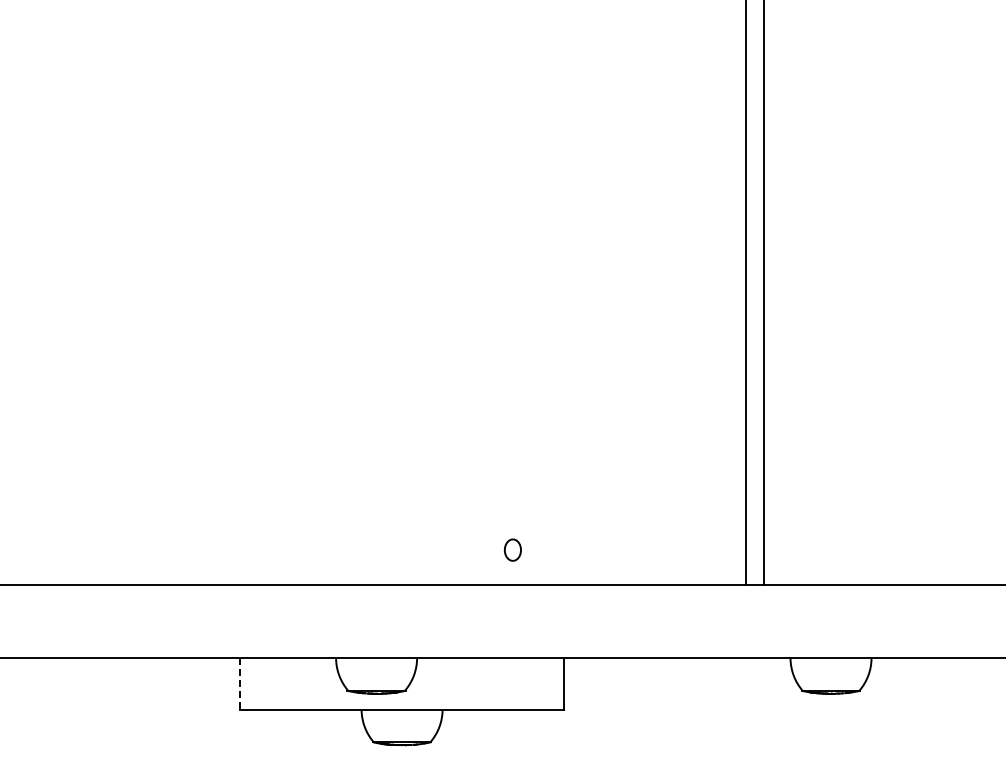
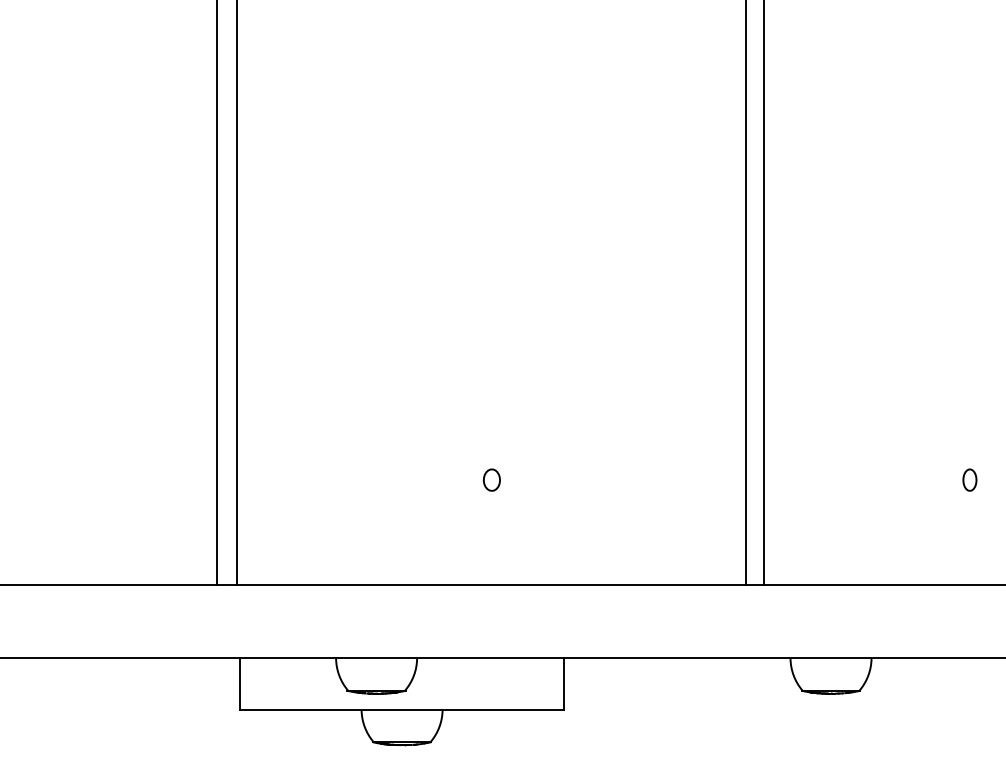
line at (217, 293): none -> present
line at (237, 293): none -> present
part at (969, 479): none -> present
part at (512, 549) position: (512, 549) -> (491, 479)
line at (240, 684): dashed -> solid
